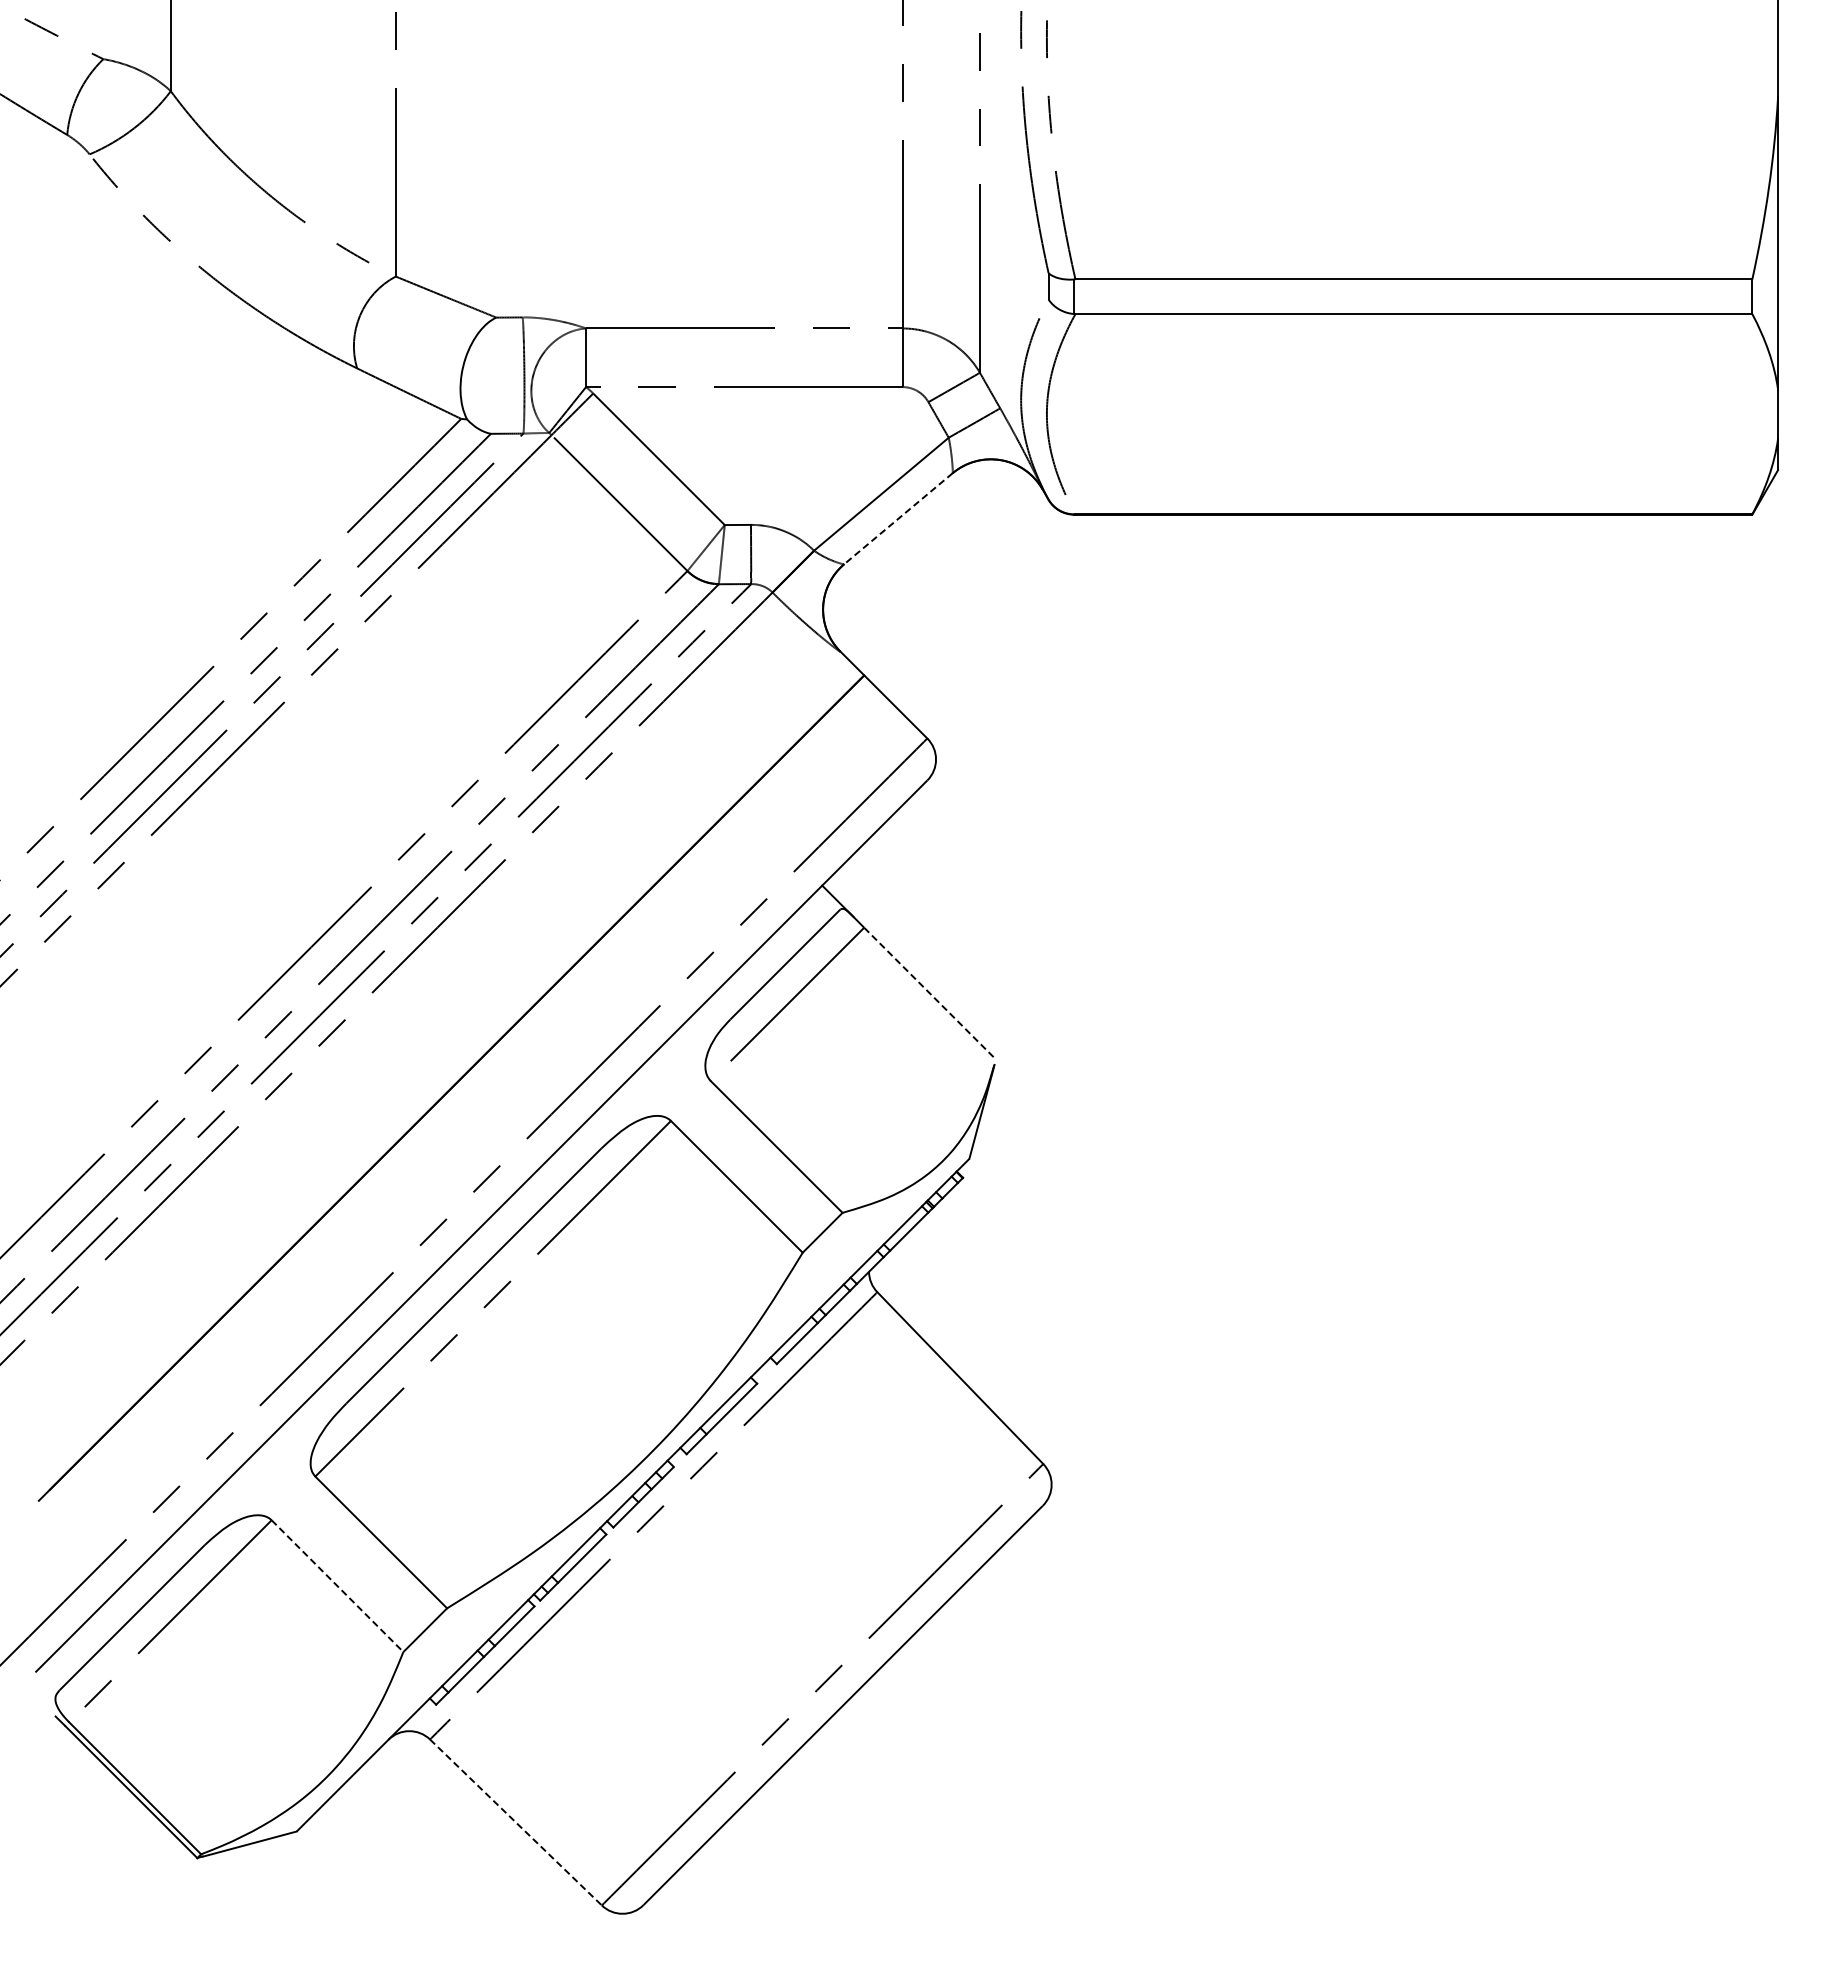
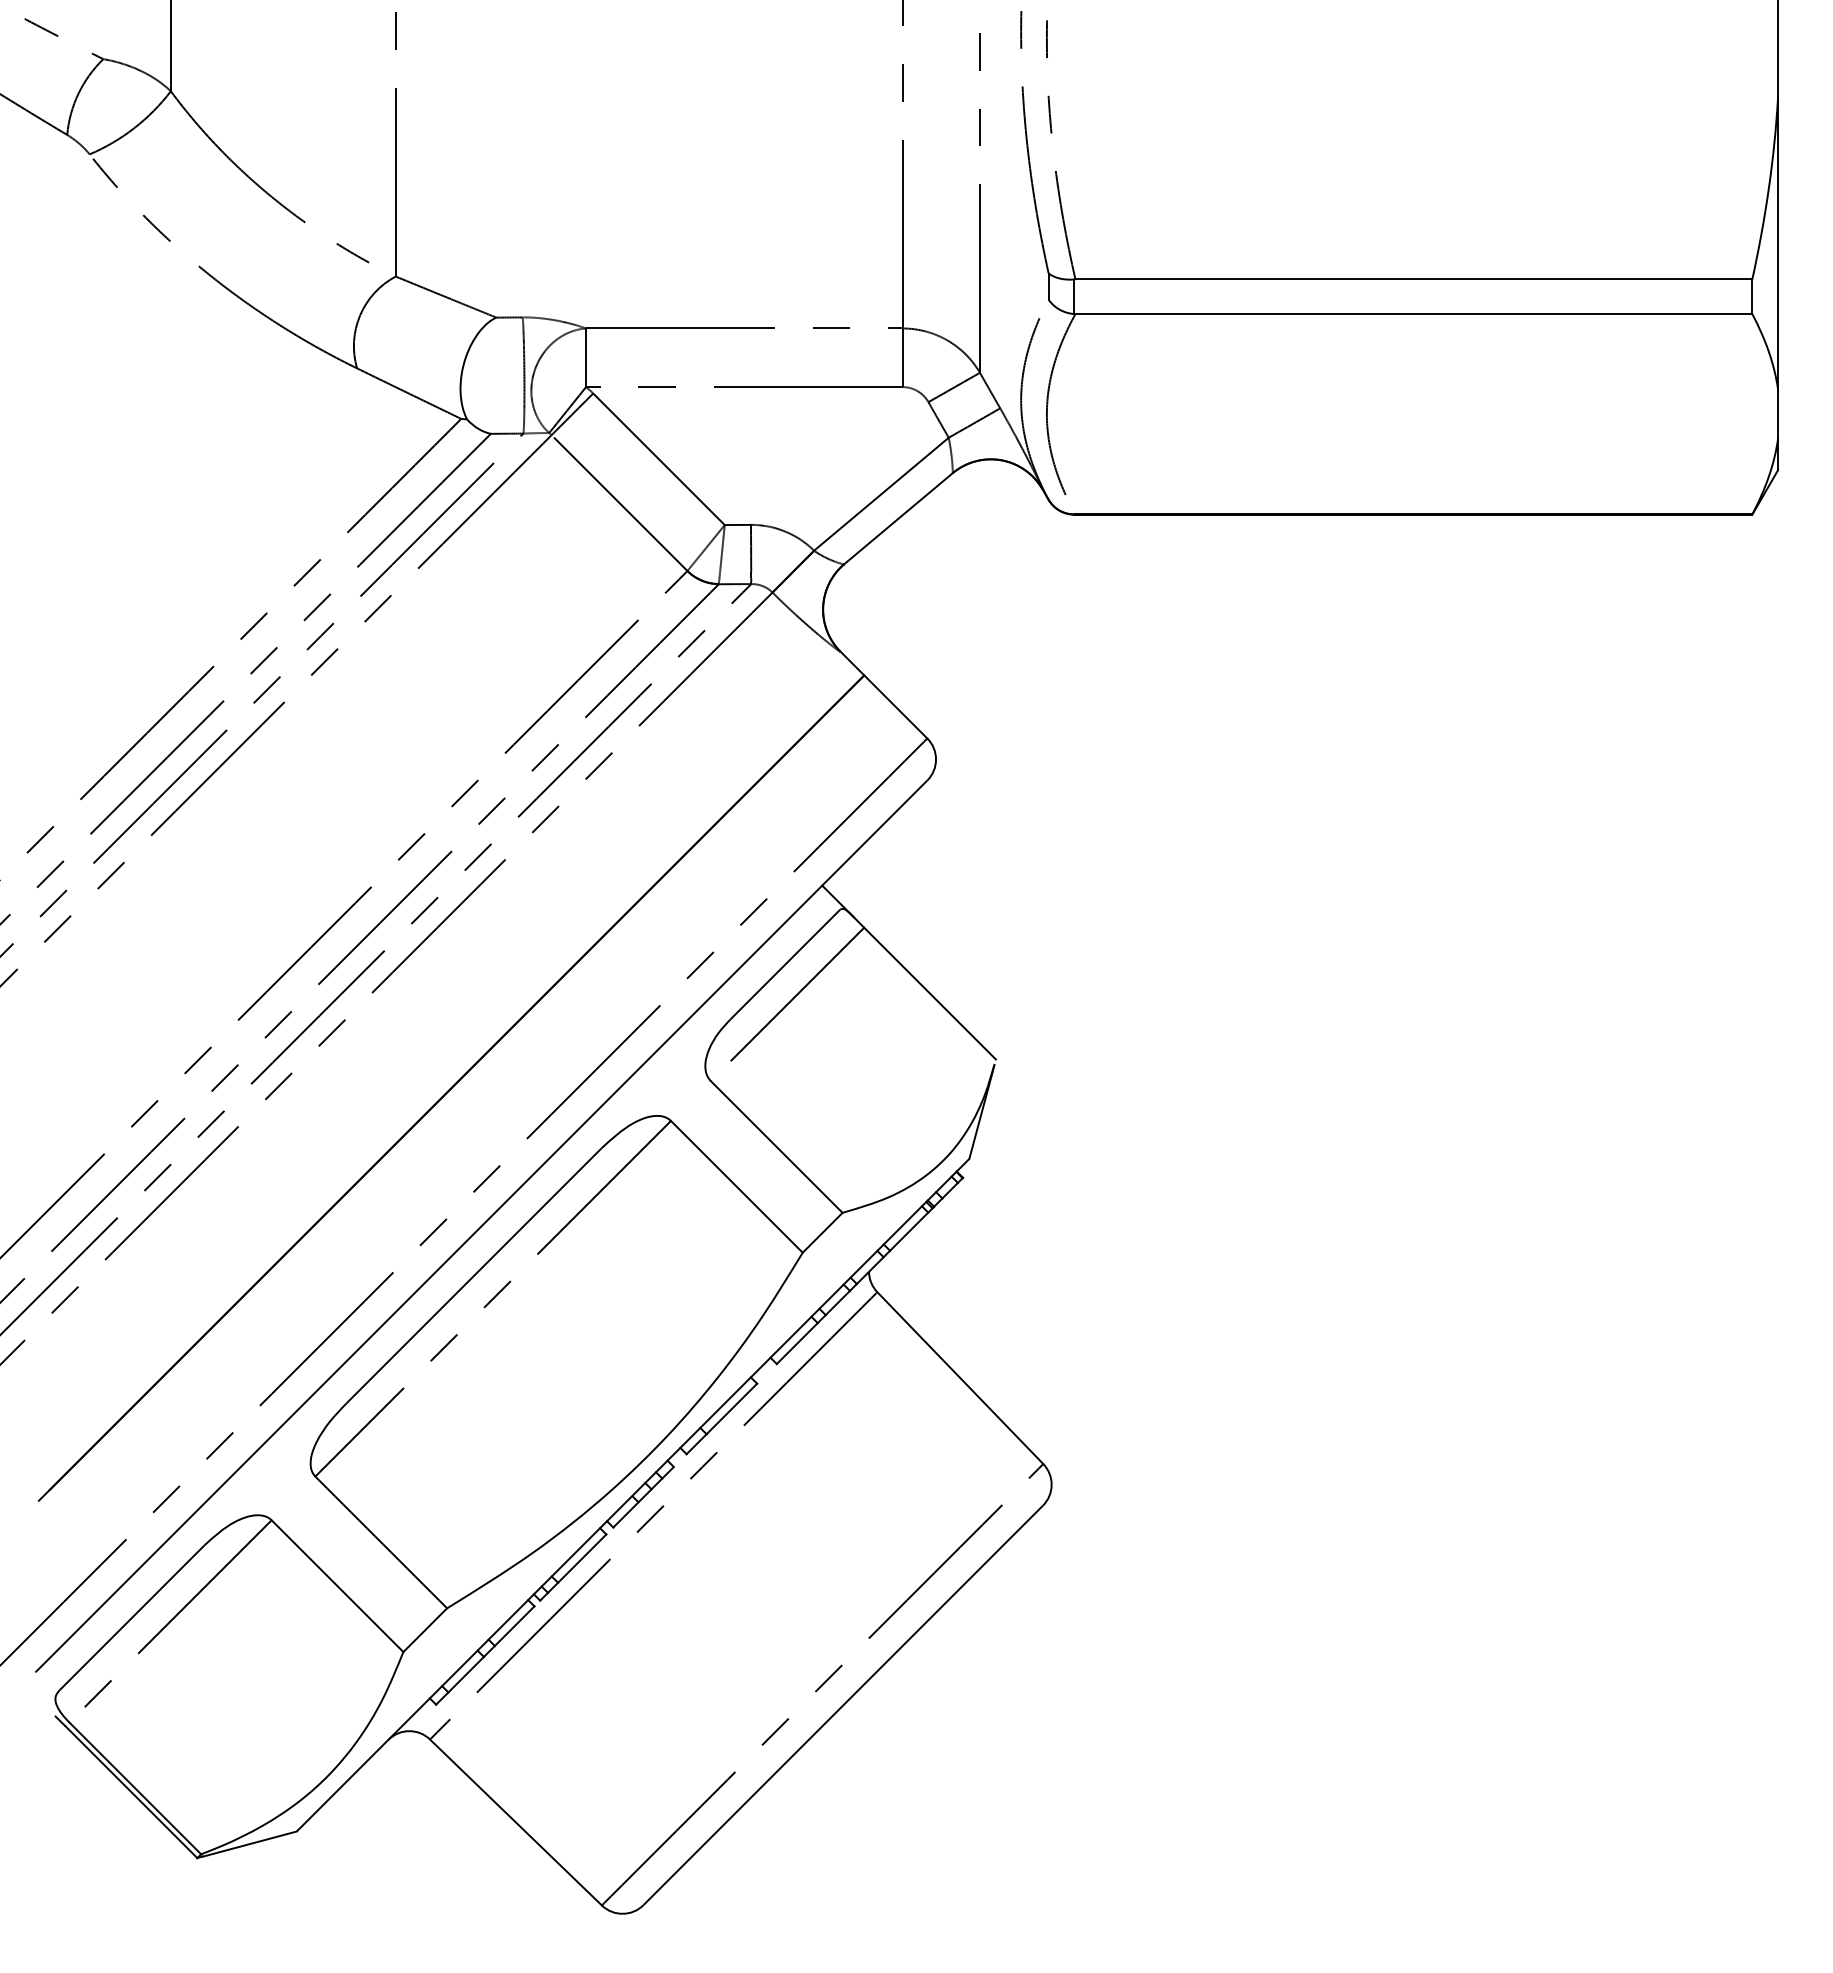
line at (898, 518): dashed -> solid
line at (930, 993): dashed -> solid
line at (337, 1586): dashed -> solid
line at (516, 1822): dashed -> solid
